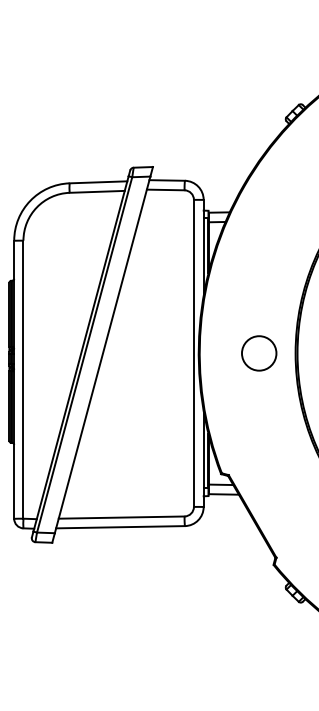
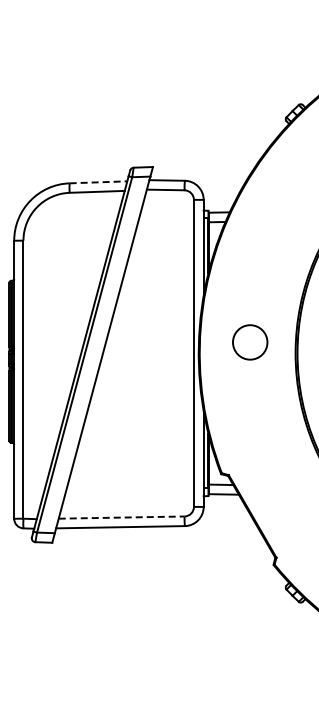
line at (98, 182): solid -> dashed
circle at (259, 353) position: (259, 353) -> (250, 342)
line at (121, 517): solid -> dashed
